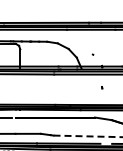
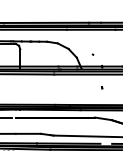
line at (88, 136): dashed -> solid
